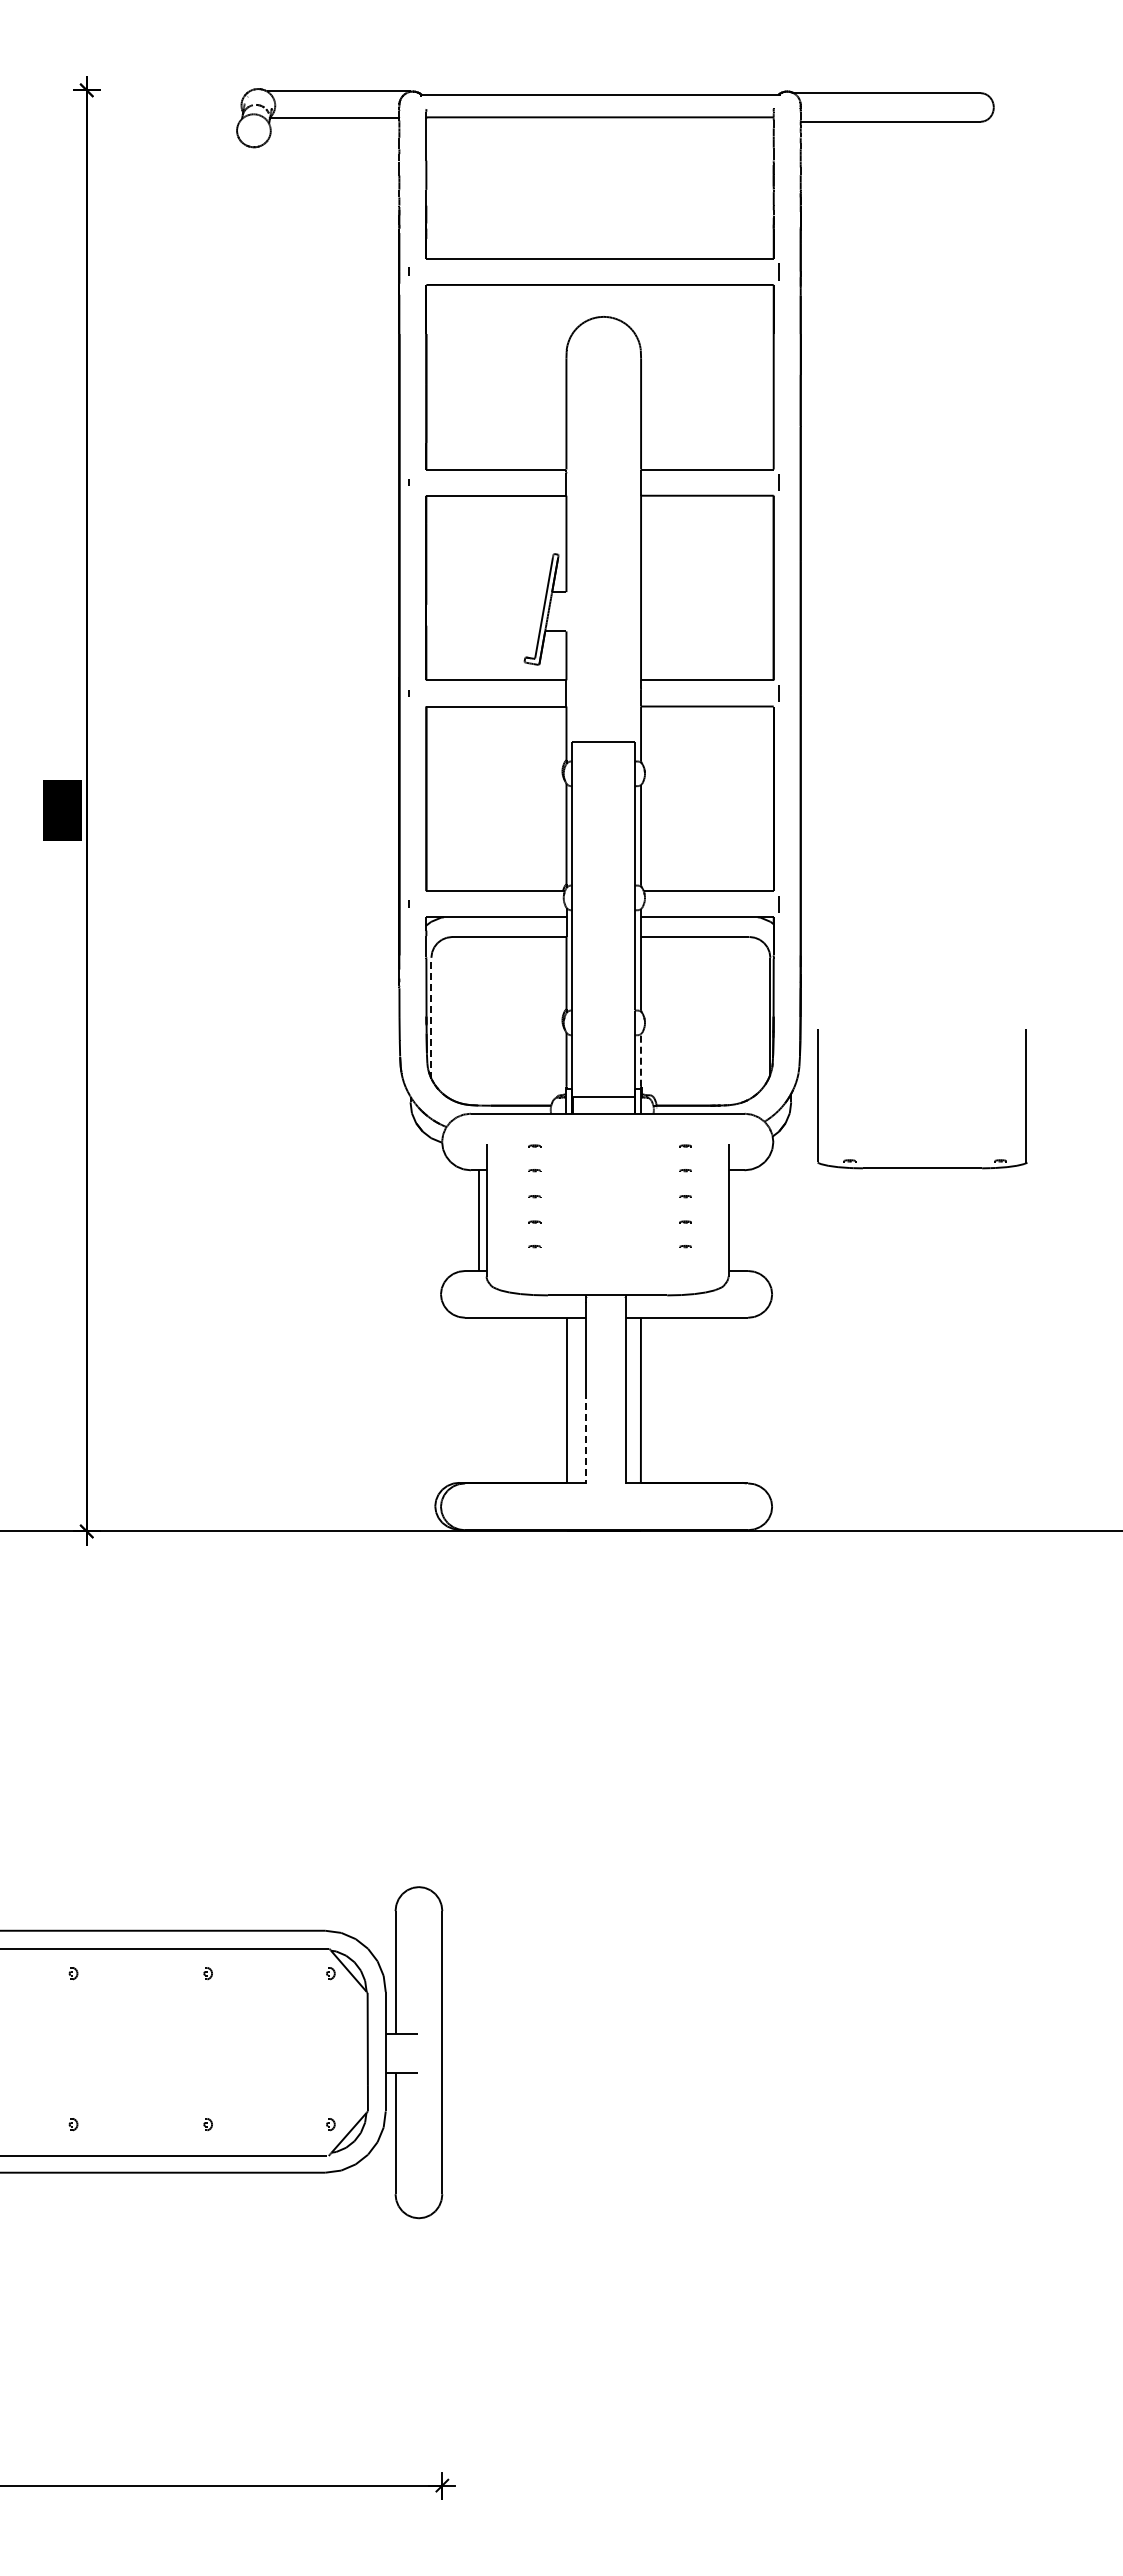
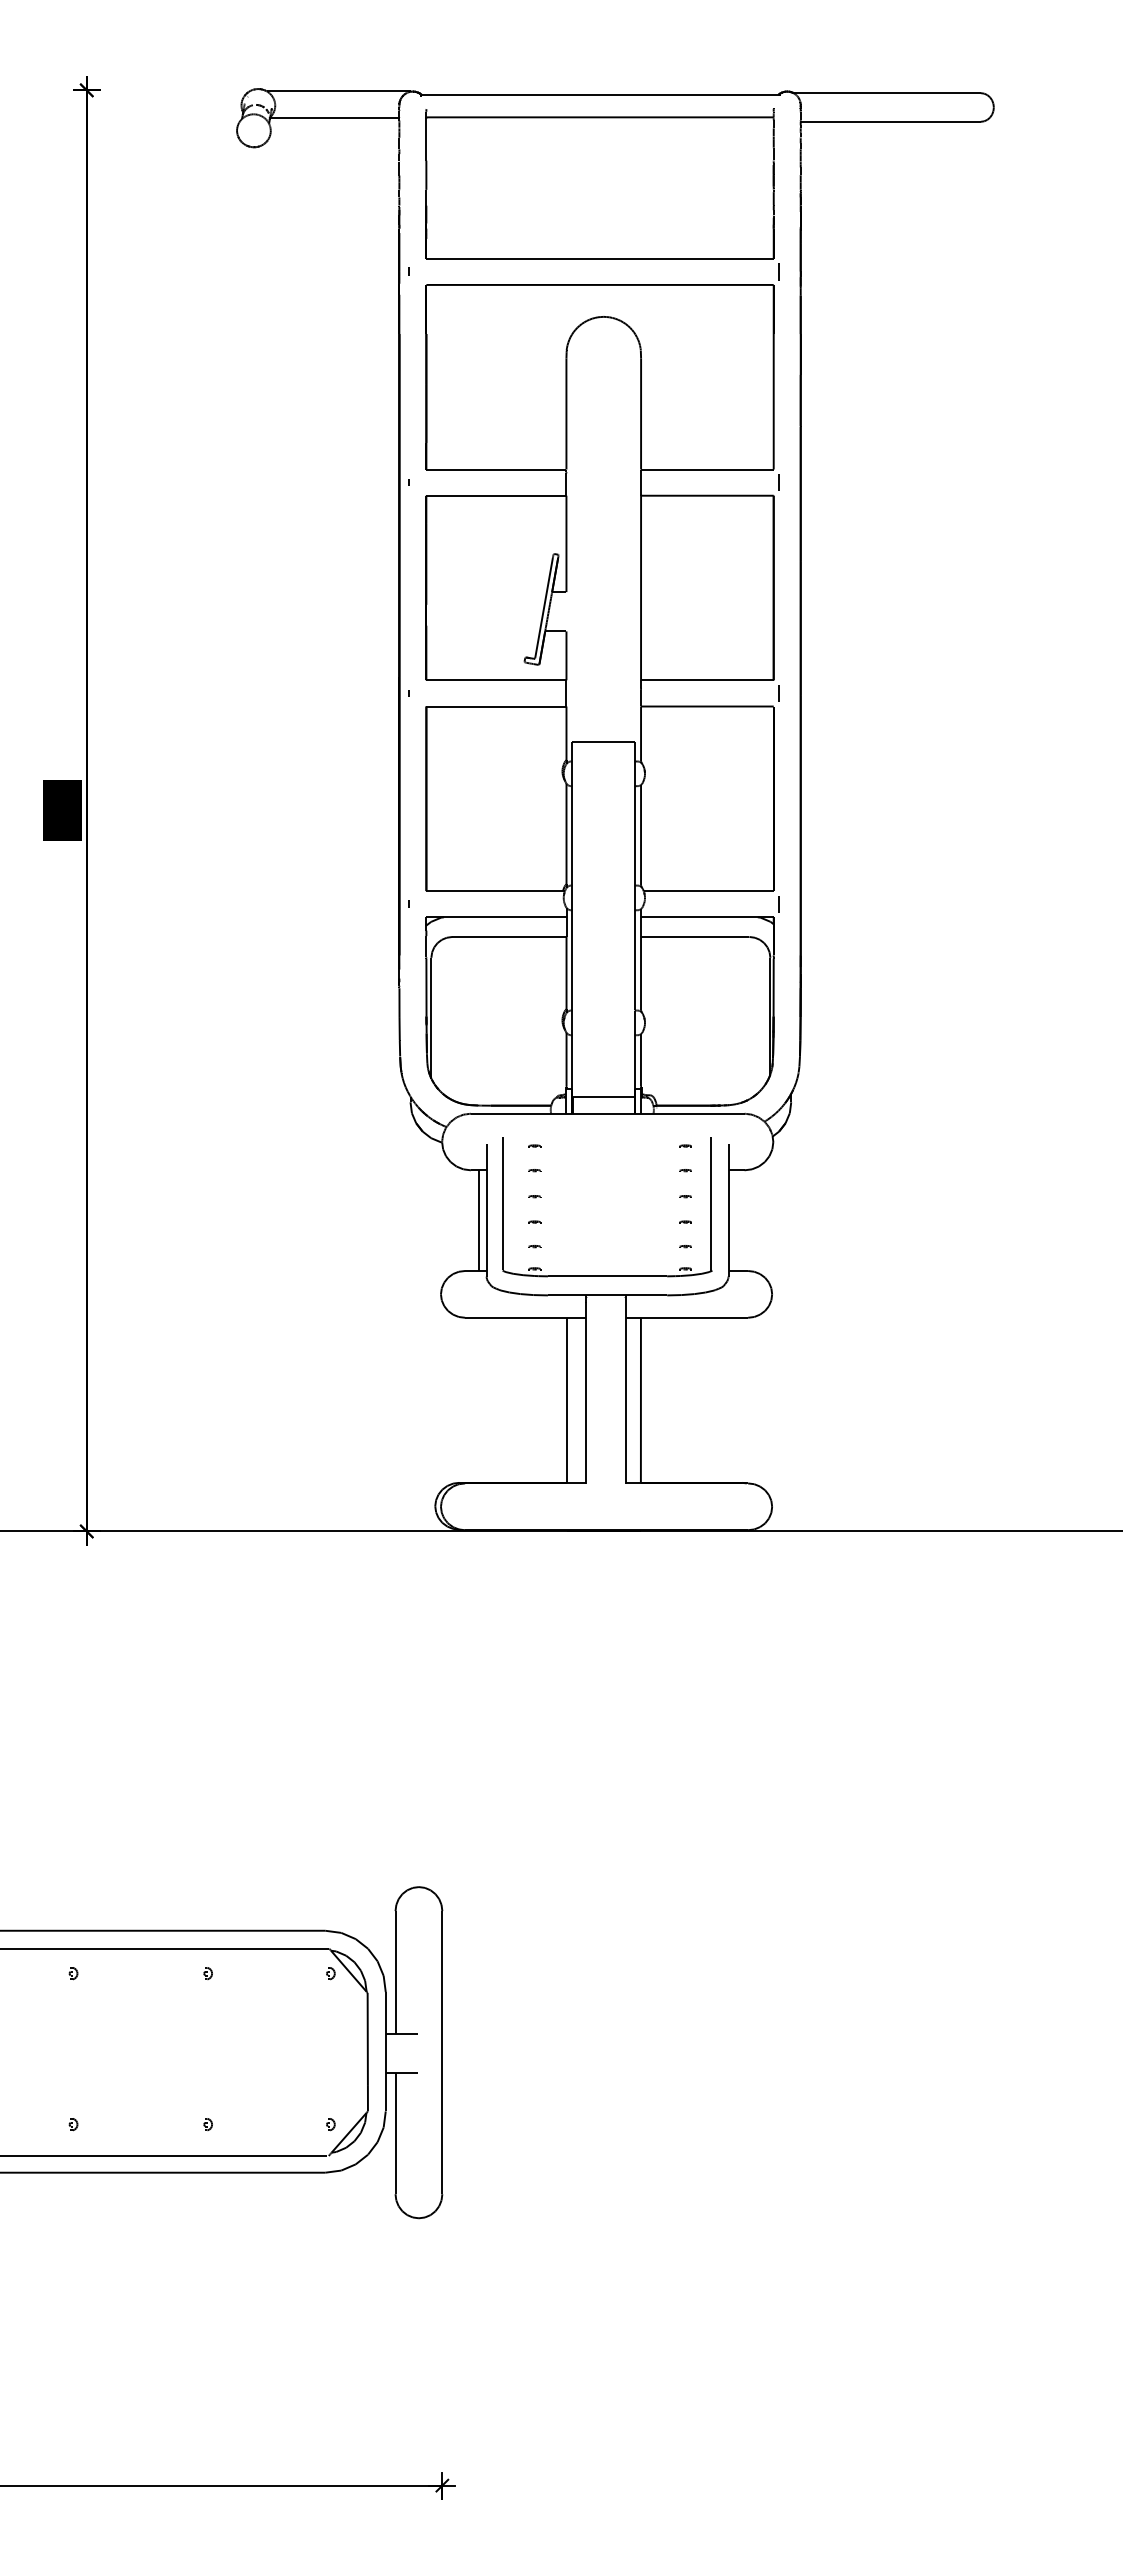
line at (431, 1017): dashed -> solid
line at (640, 1059): dashed -> solid
part at (922, 1167) position: (922, 1167) -> (607, 1275)
line at (586, 1437): dashed -> solid
